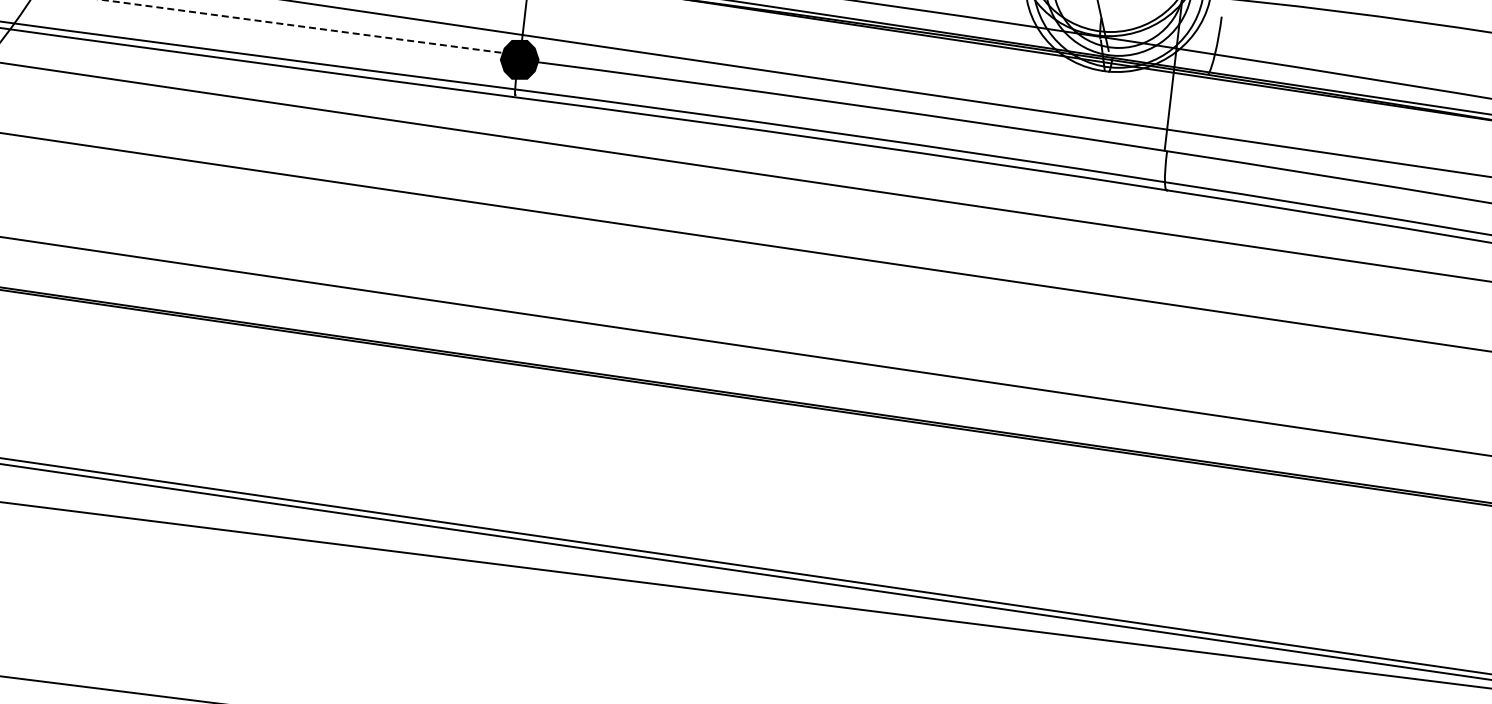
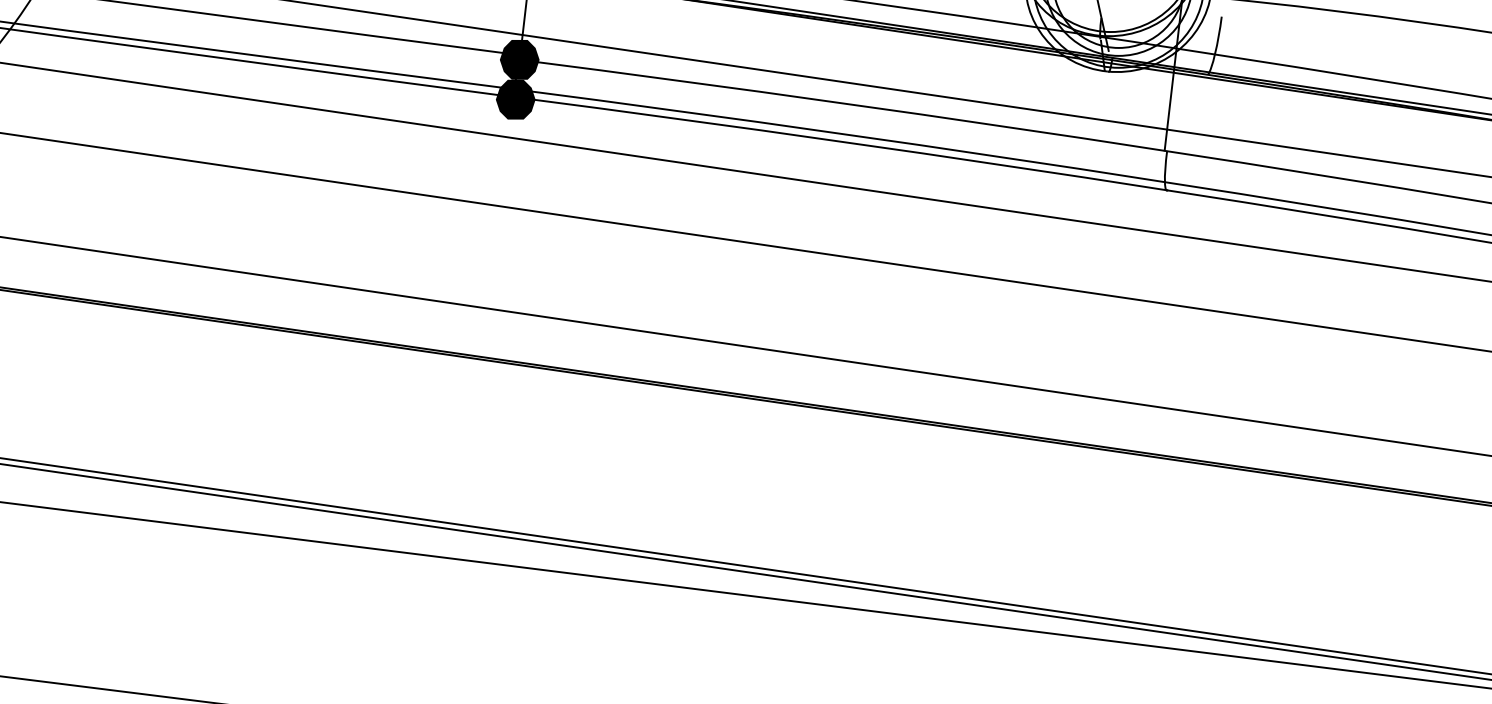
arc at (312, 27): dashed -> solid
fill at (515, 99): none -> present
